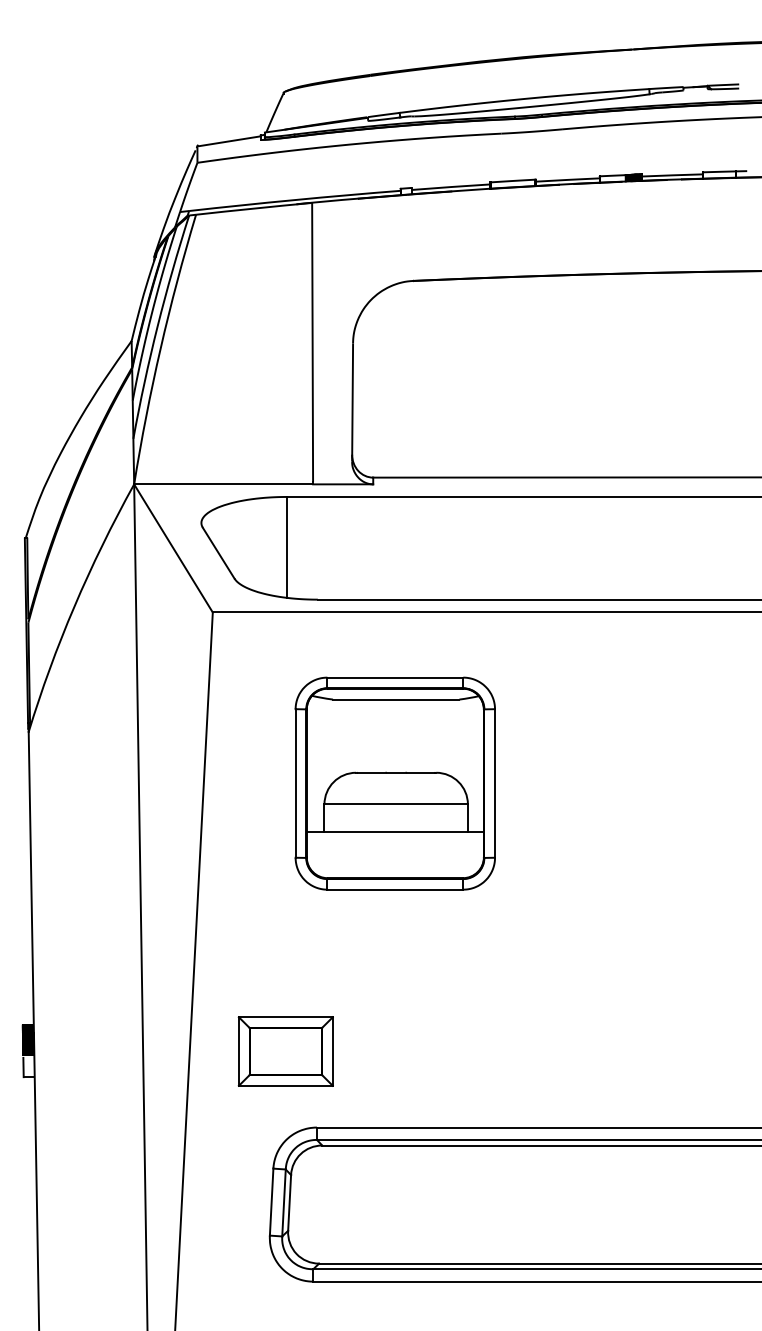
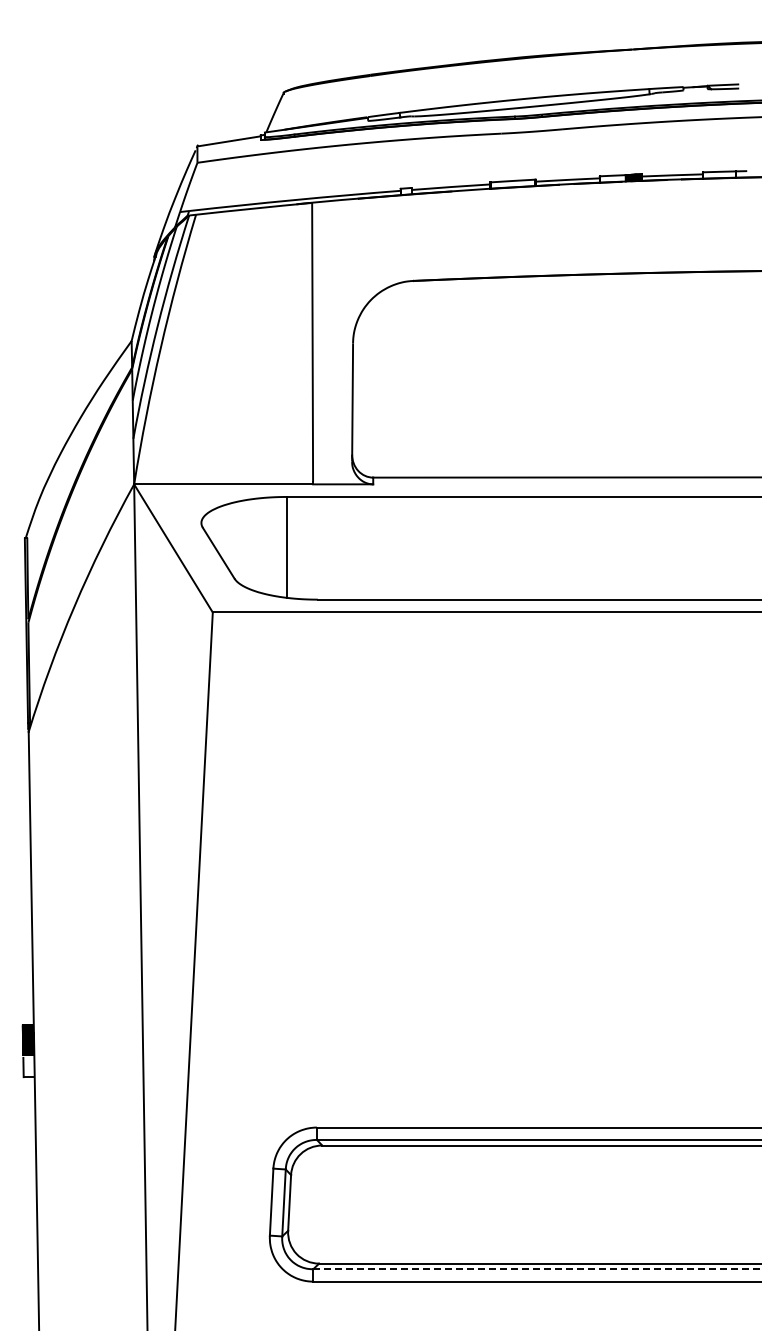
part at (394, 783): present -> none
part at (285, 1051): present -> none
line at (537, 1269): solid -> dashed
